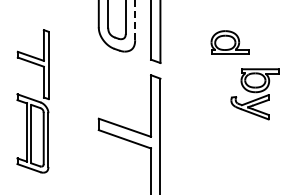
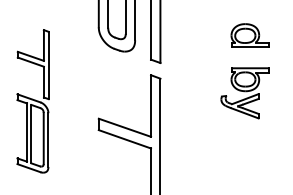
line at (135, 20): dashed -> solid
part at (229, 42) position: (229, 42) -> (249, 35)
part at (254, 94) position: (254, 94) -> (244, 93)
